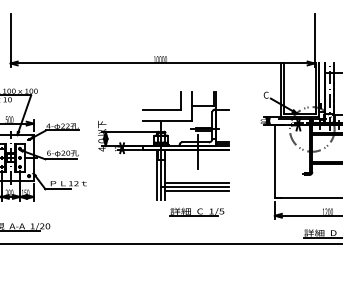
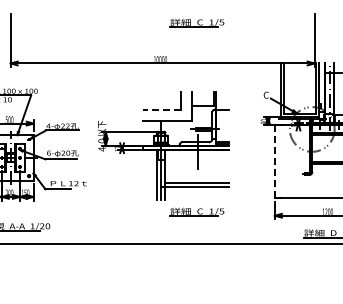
part at (196, 22): none -> present
line at (161, 110): solid -> dashed
line at (274, 161): solid -> dashed
line at (196, 190): present -> none
